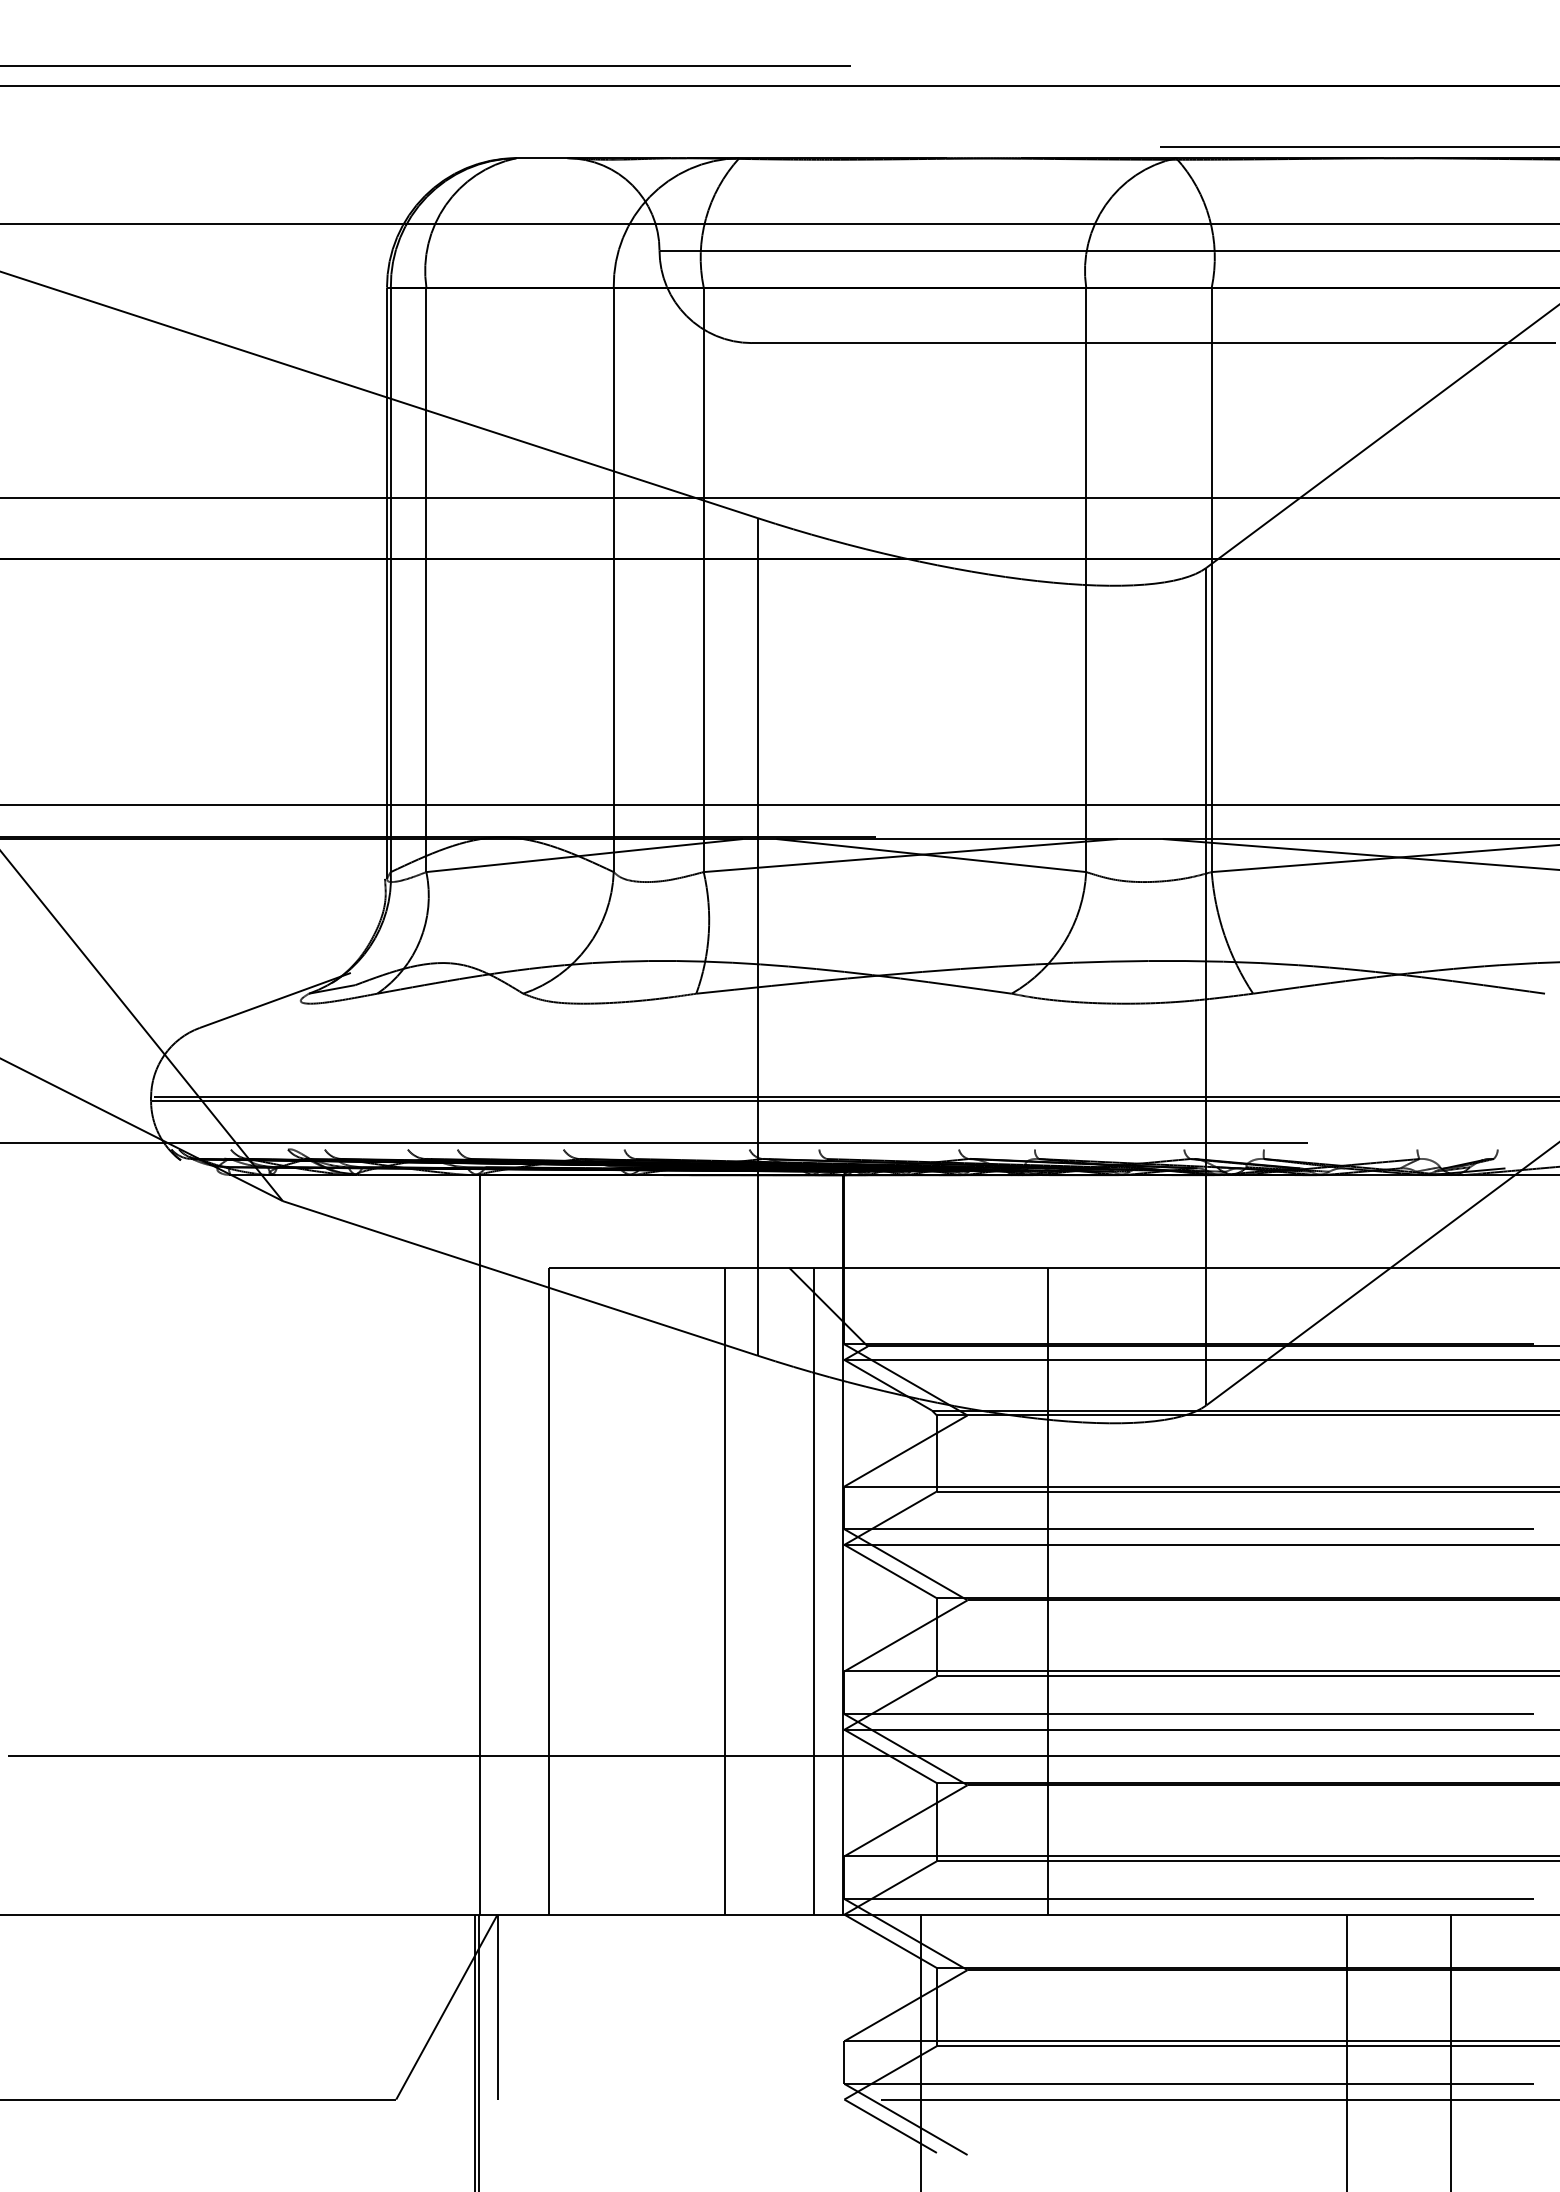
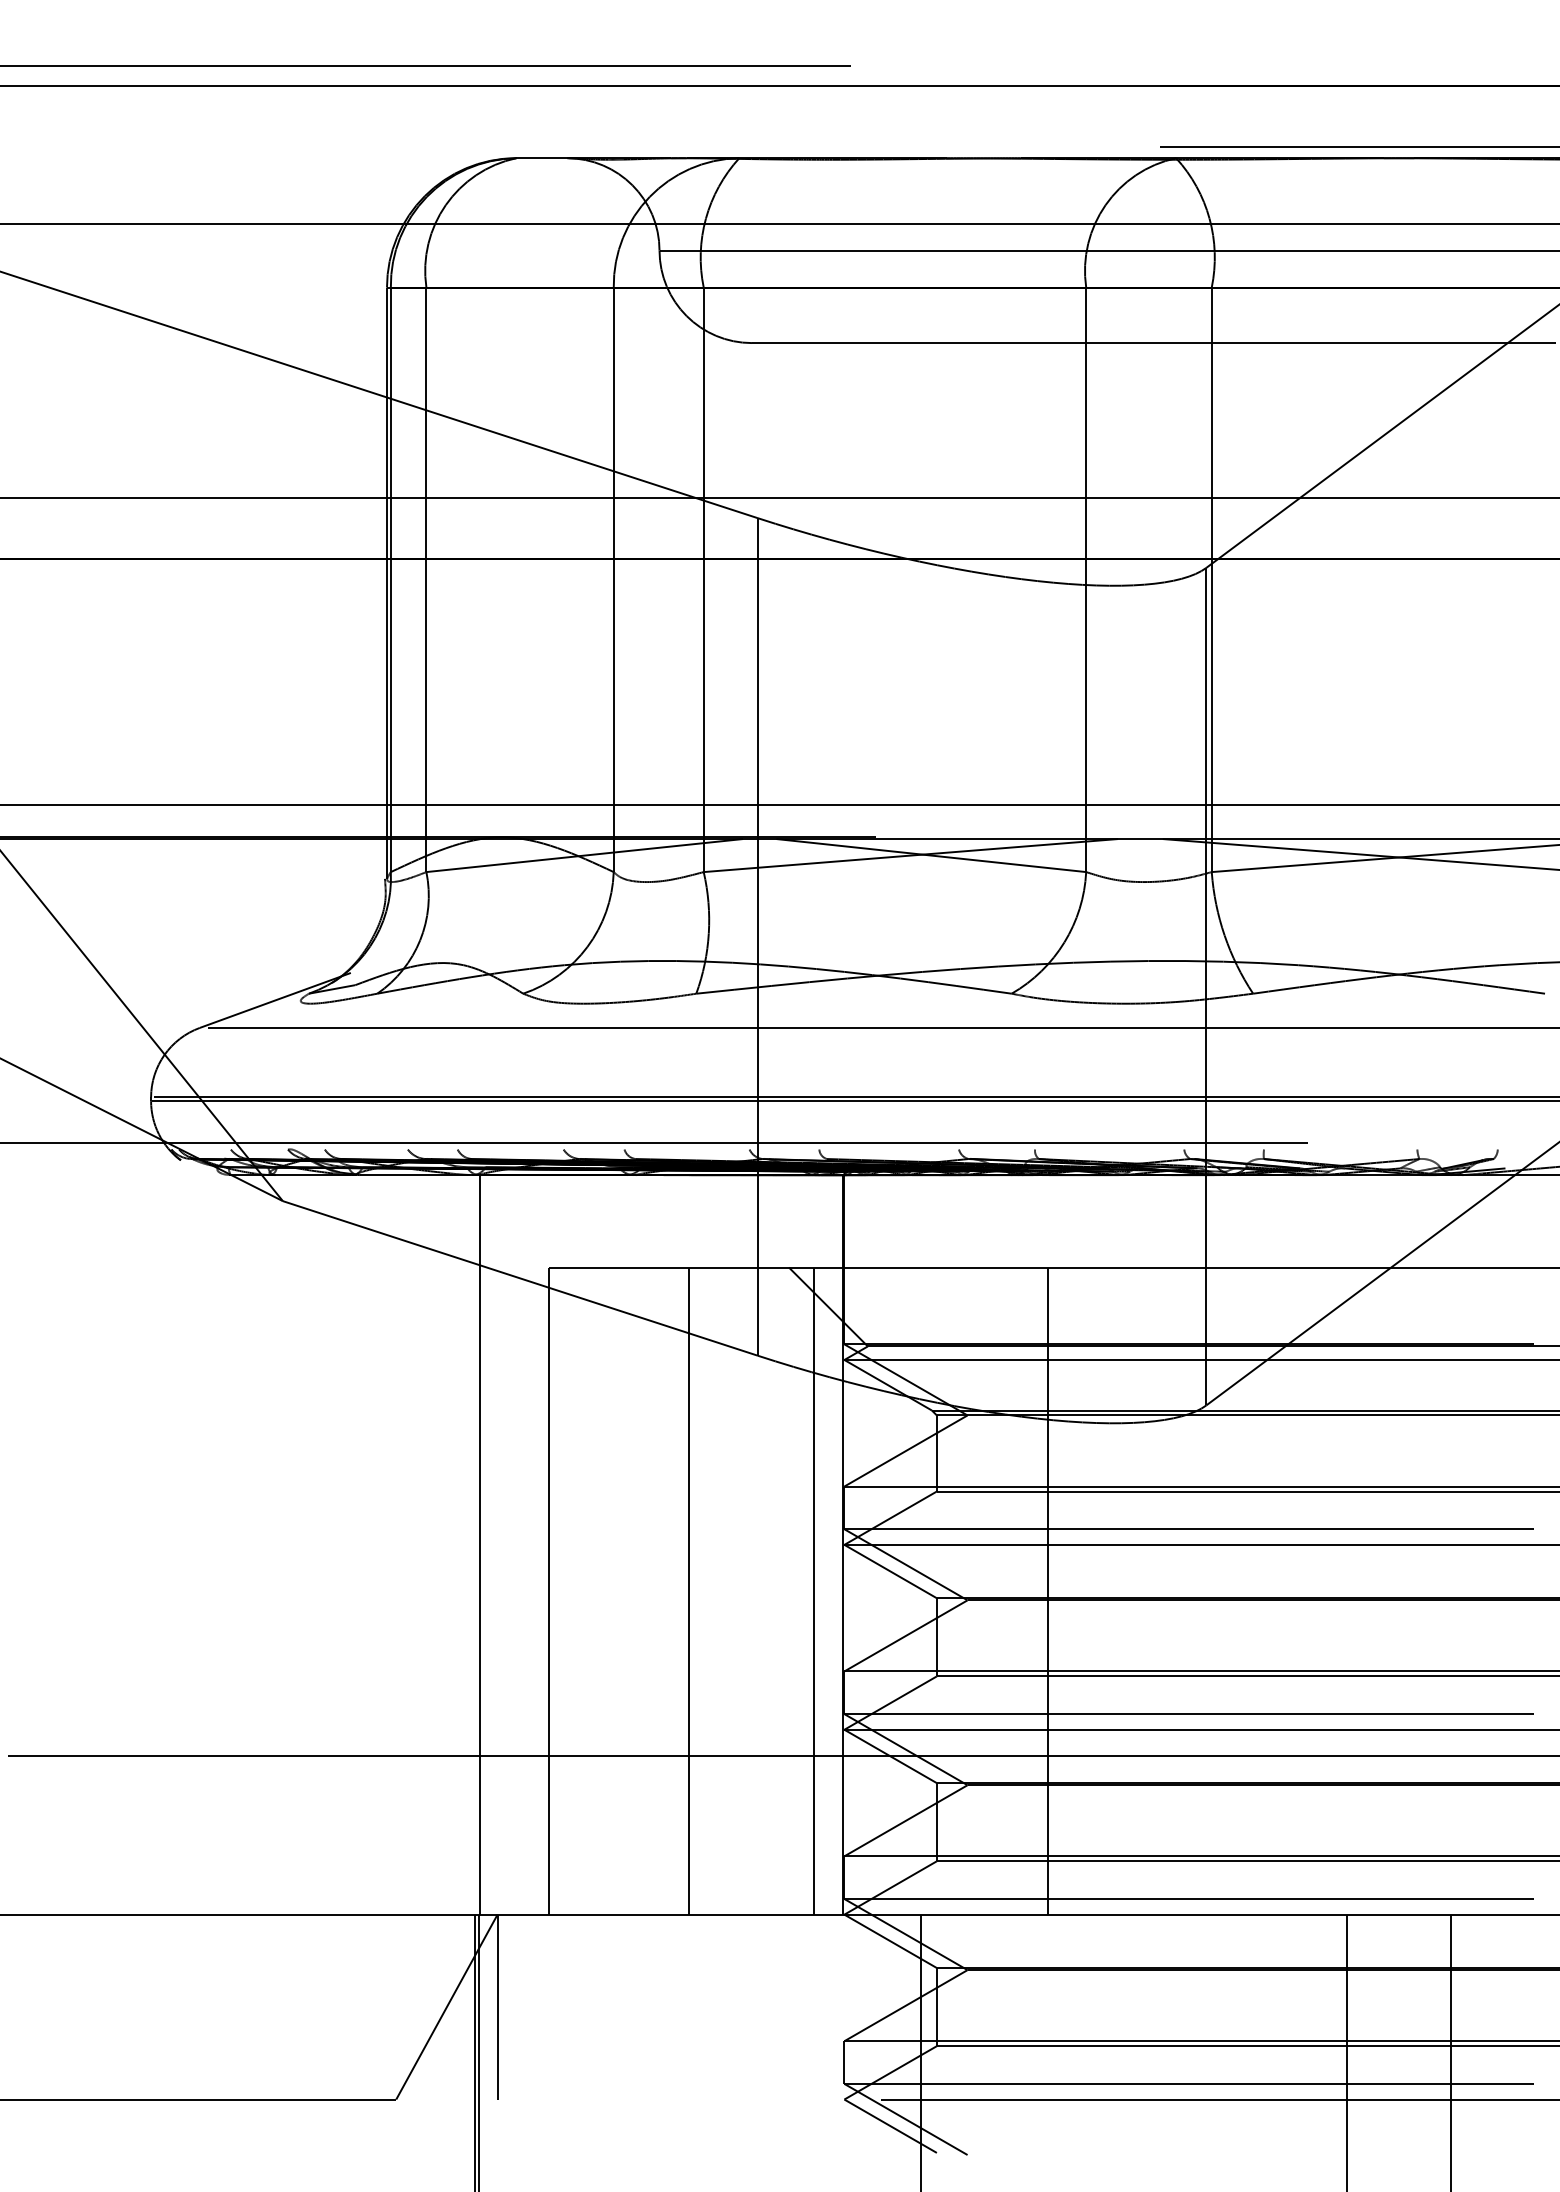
line at (881, 1027): none -> present
line at (724, 1590) position: (724, 1590) -> (688, 1590)
